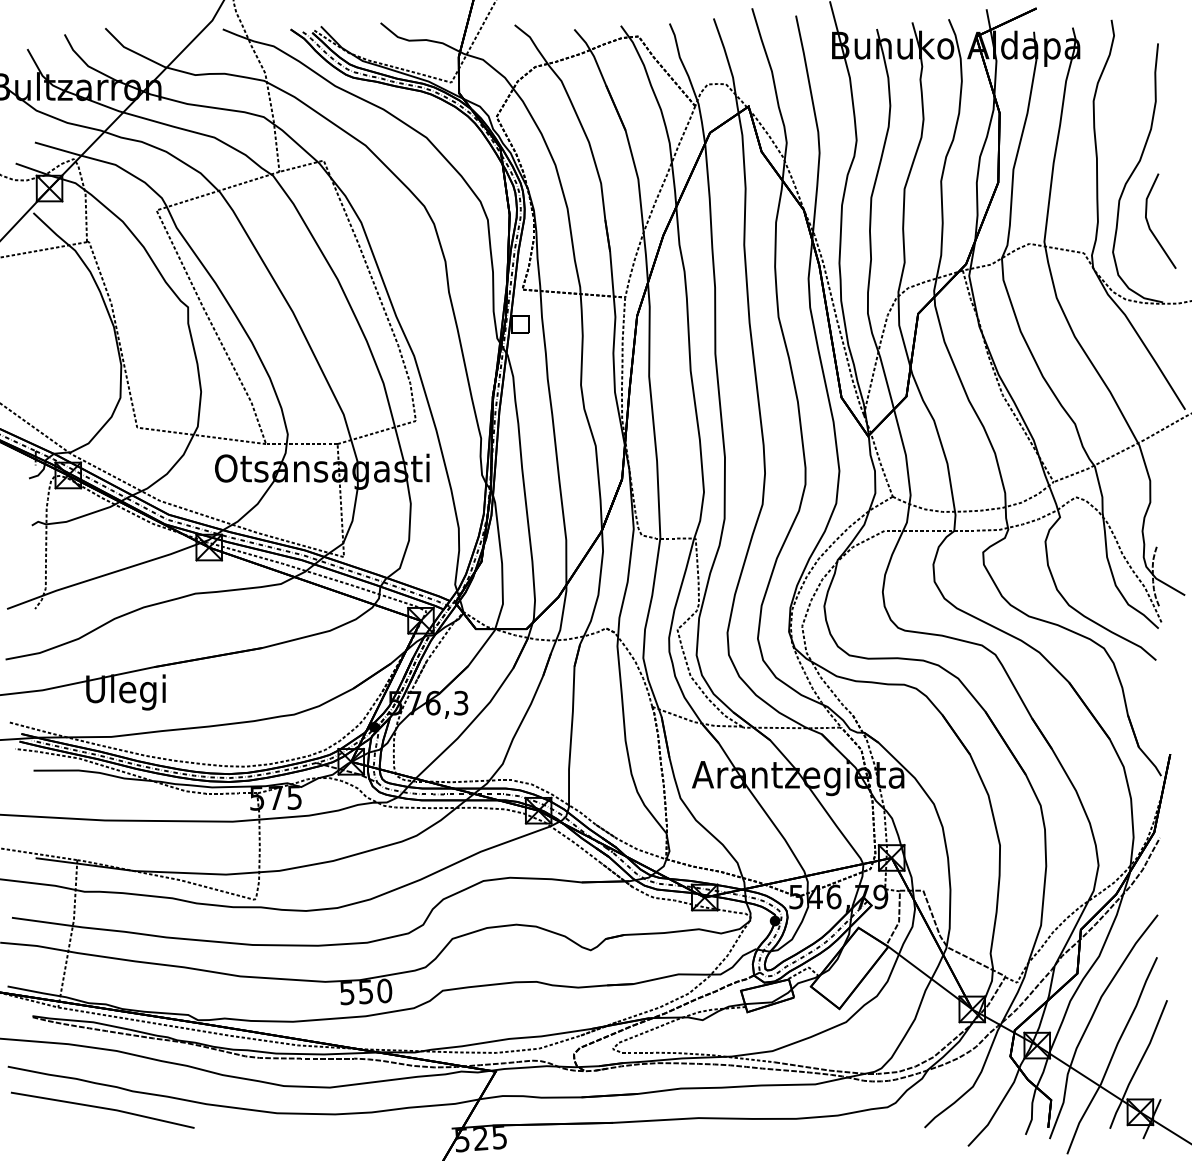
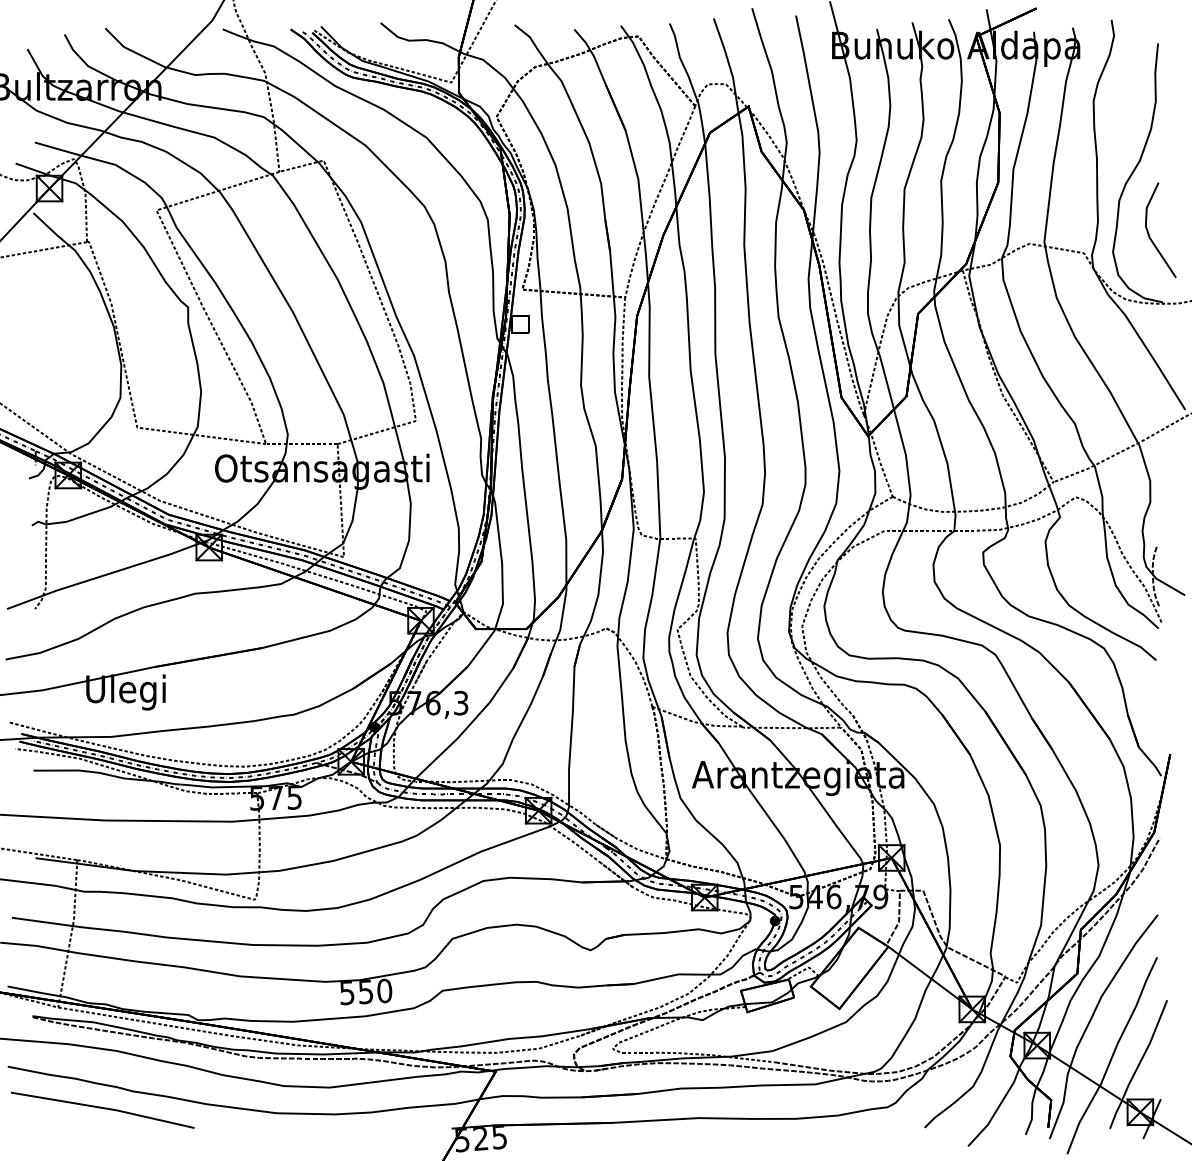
line at (1149, 224) position: (1149, 224) -> (1149, 233)
